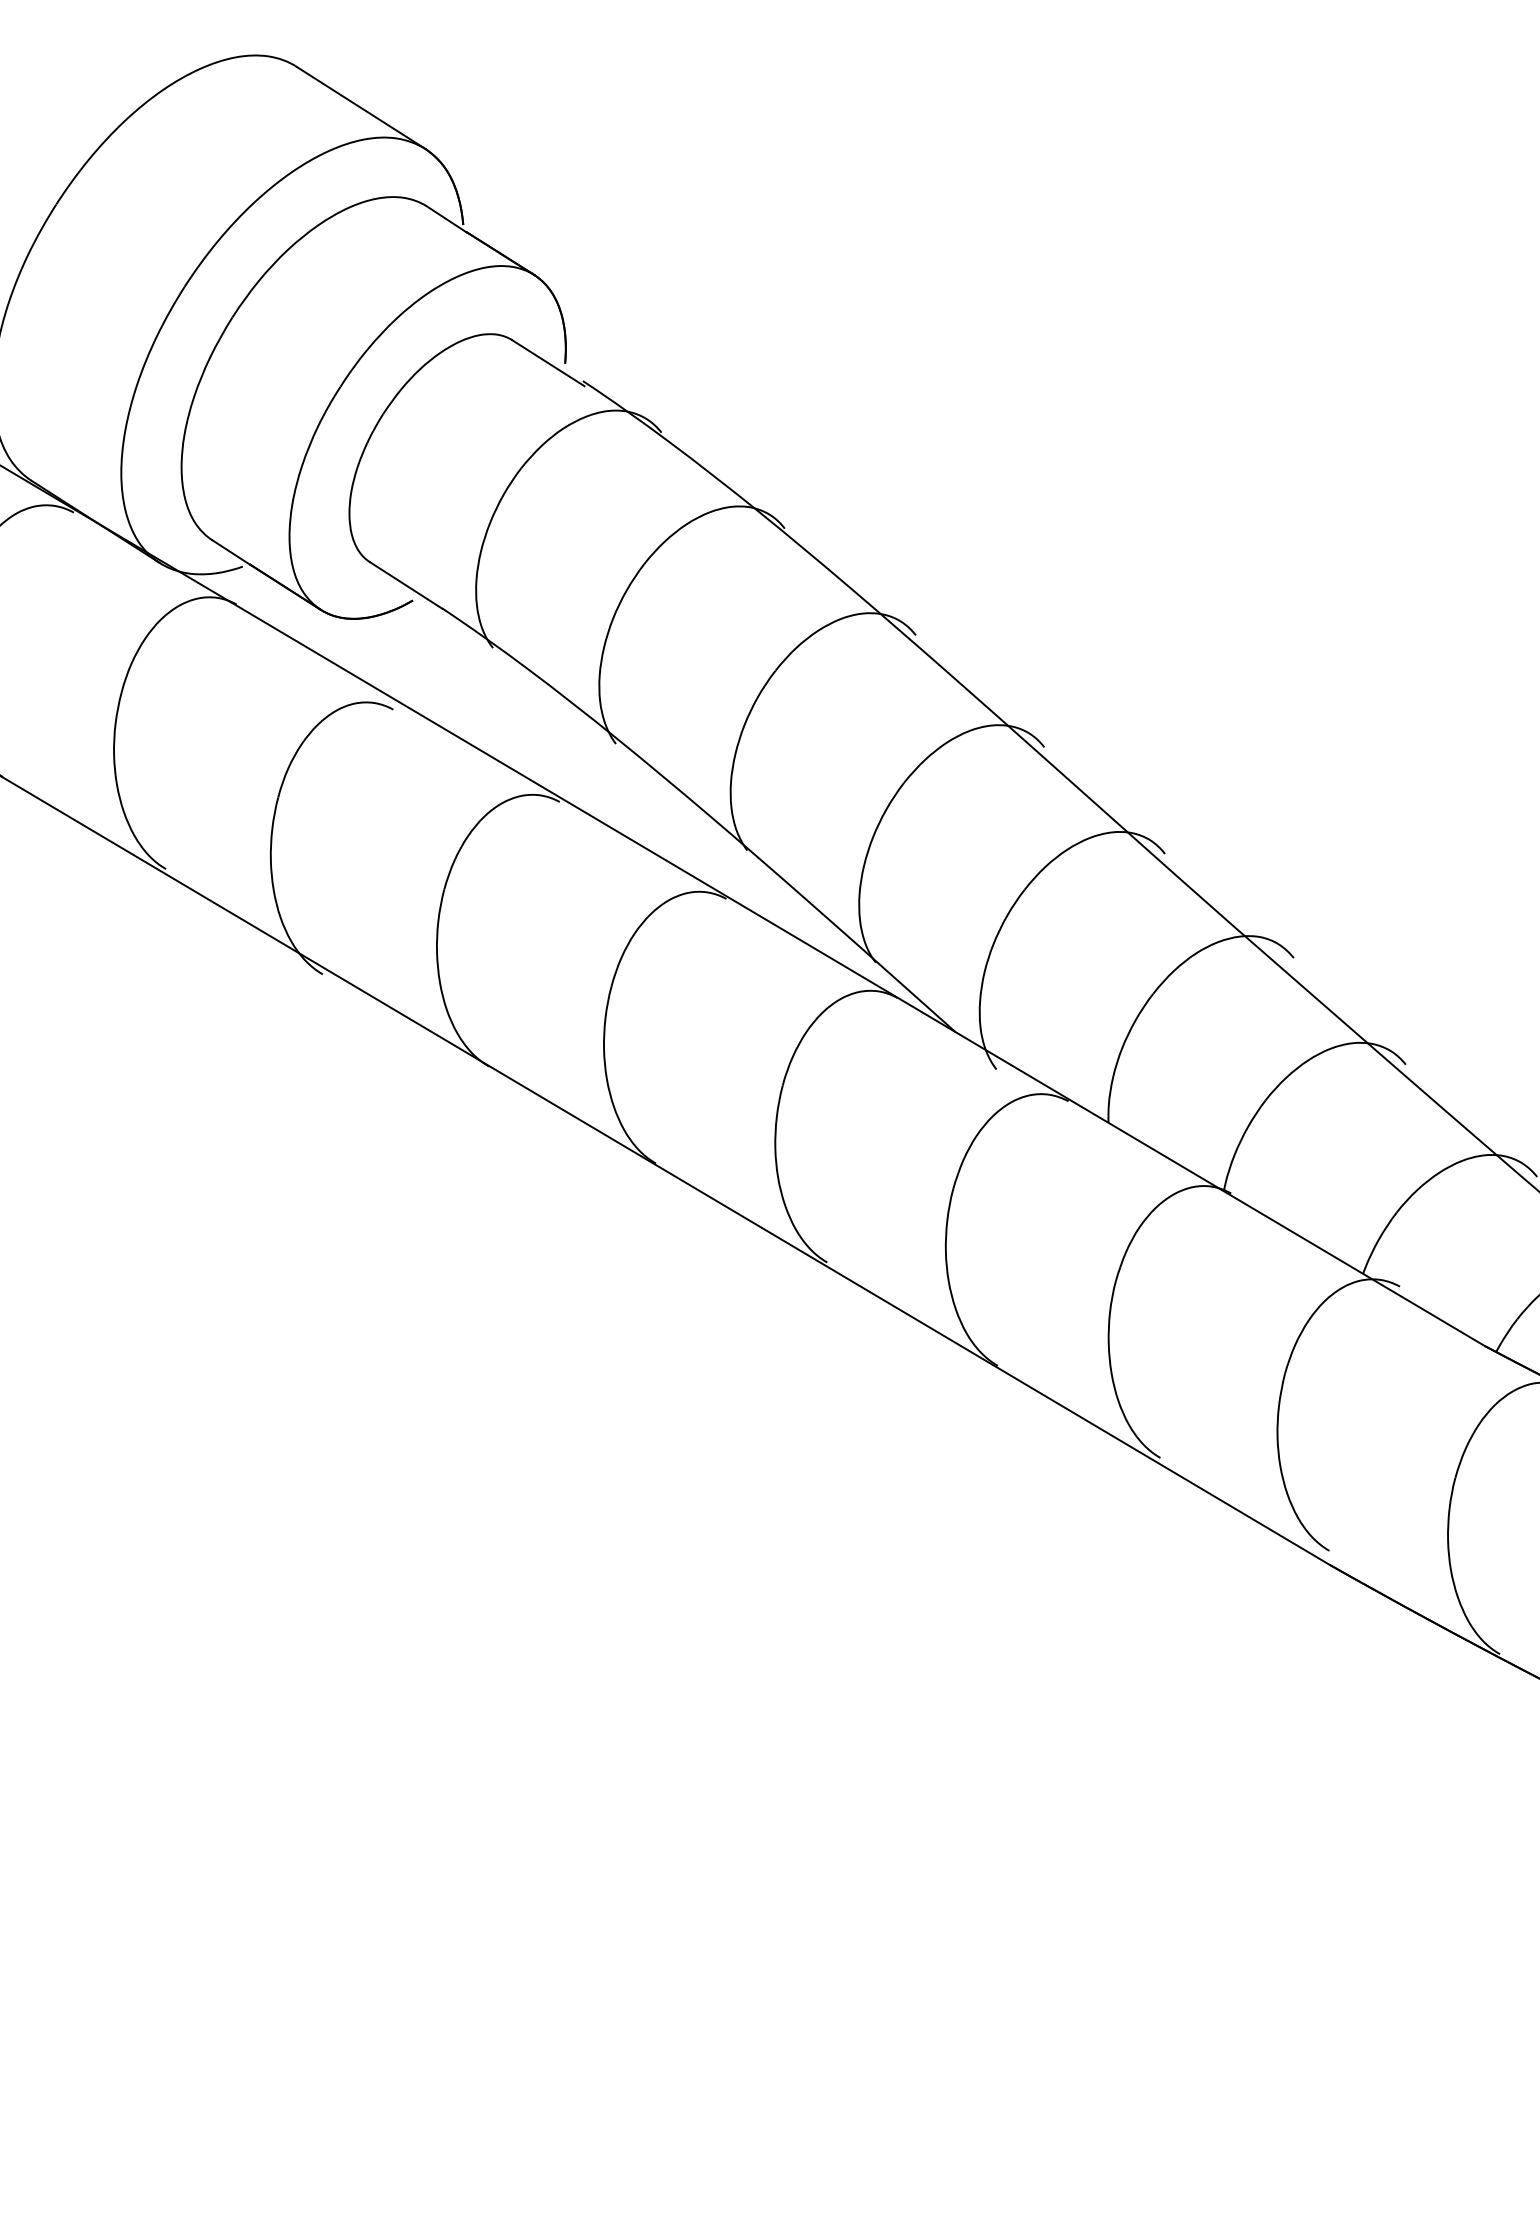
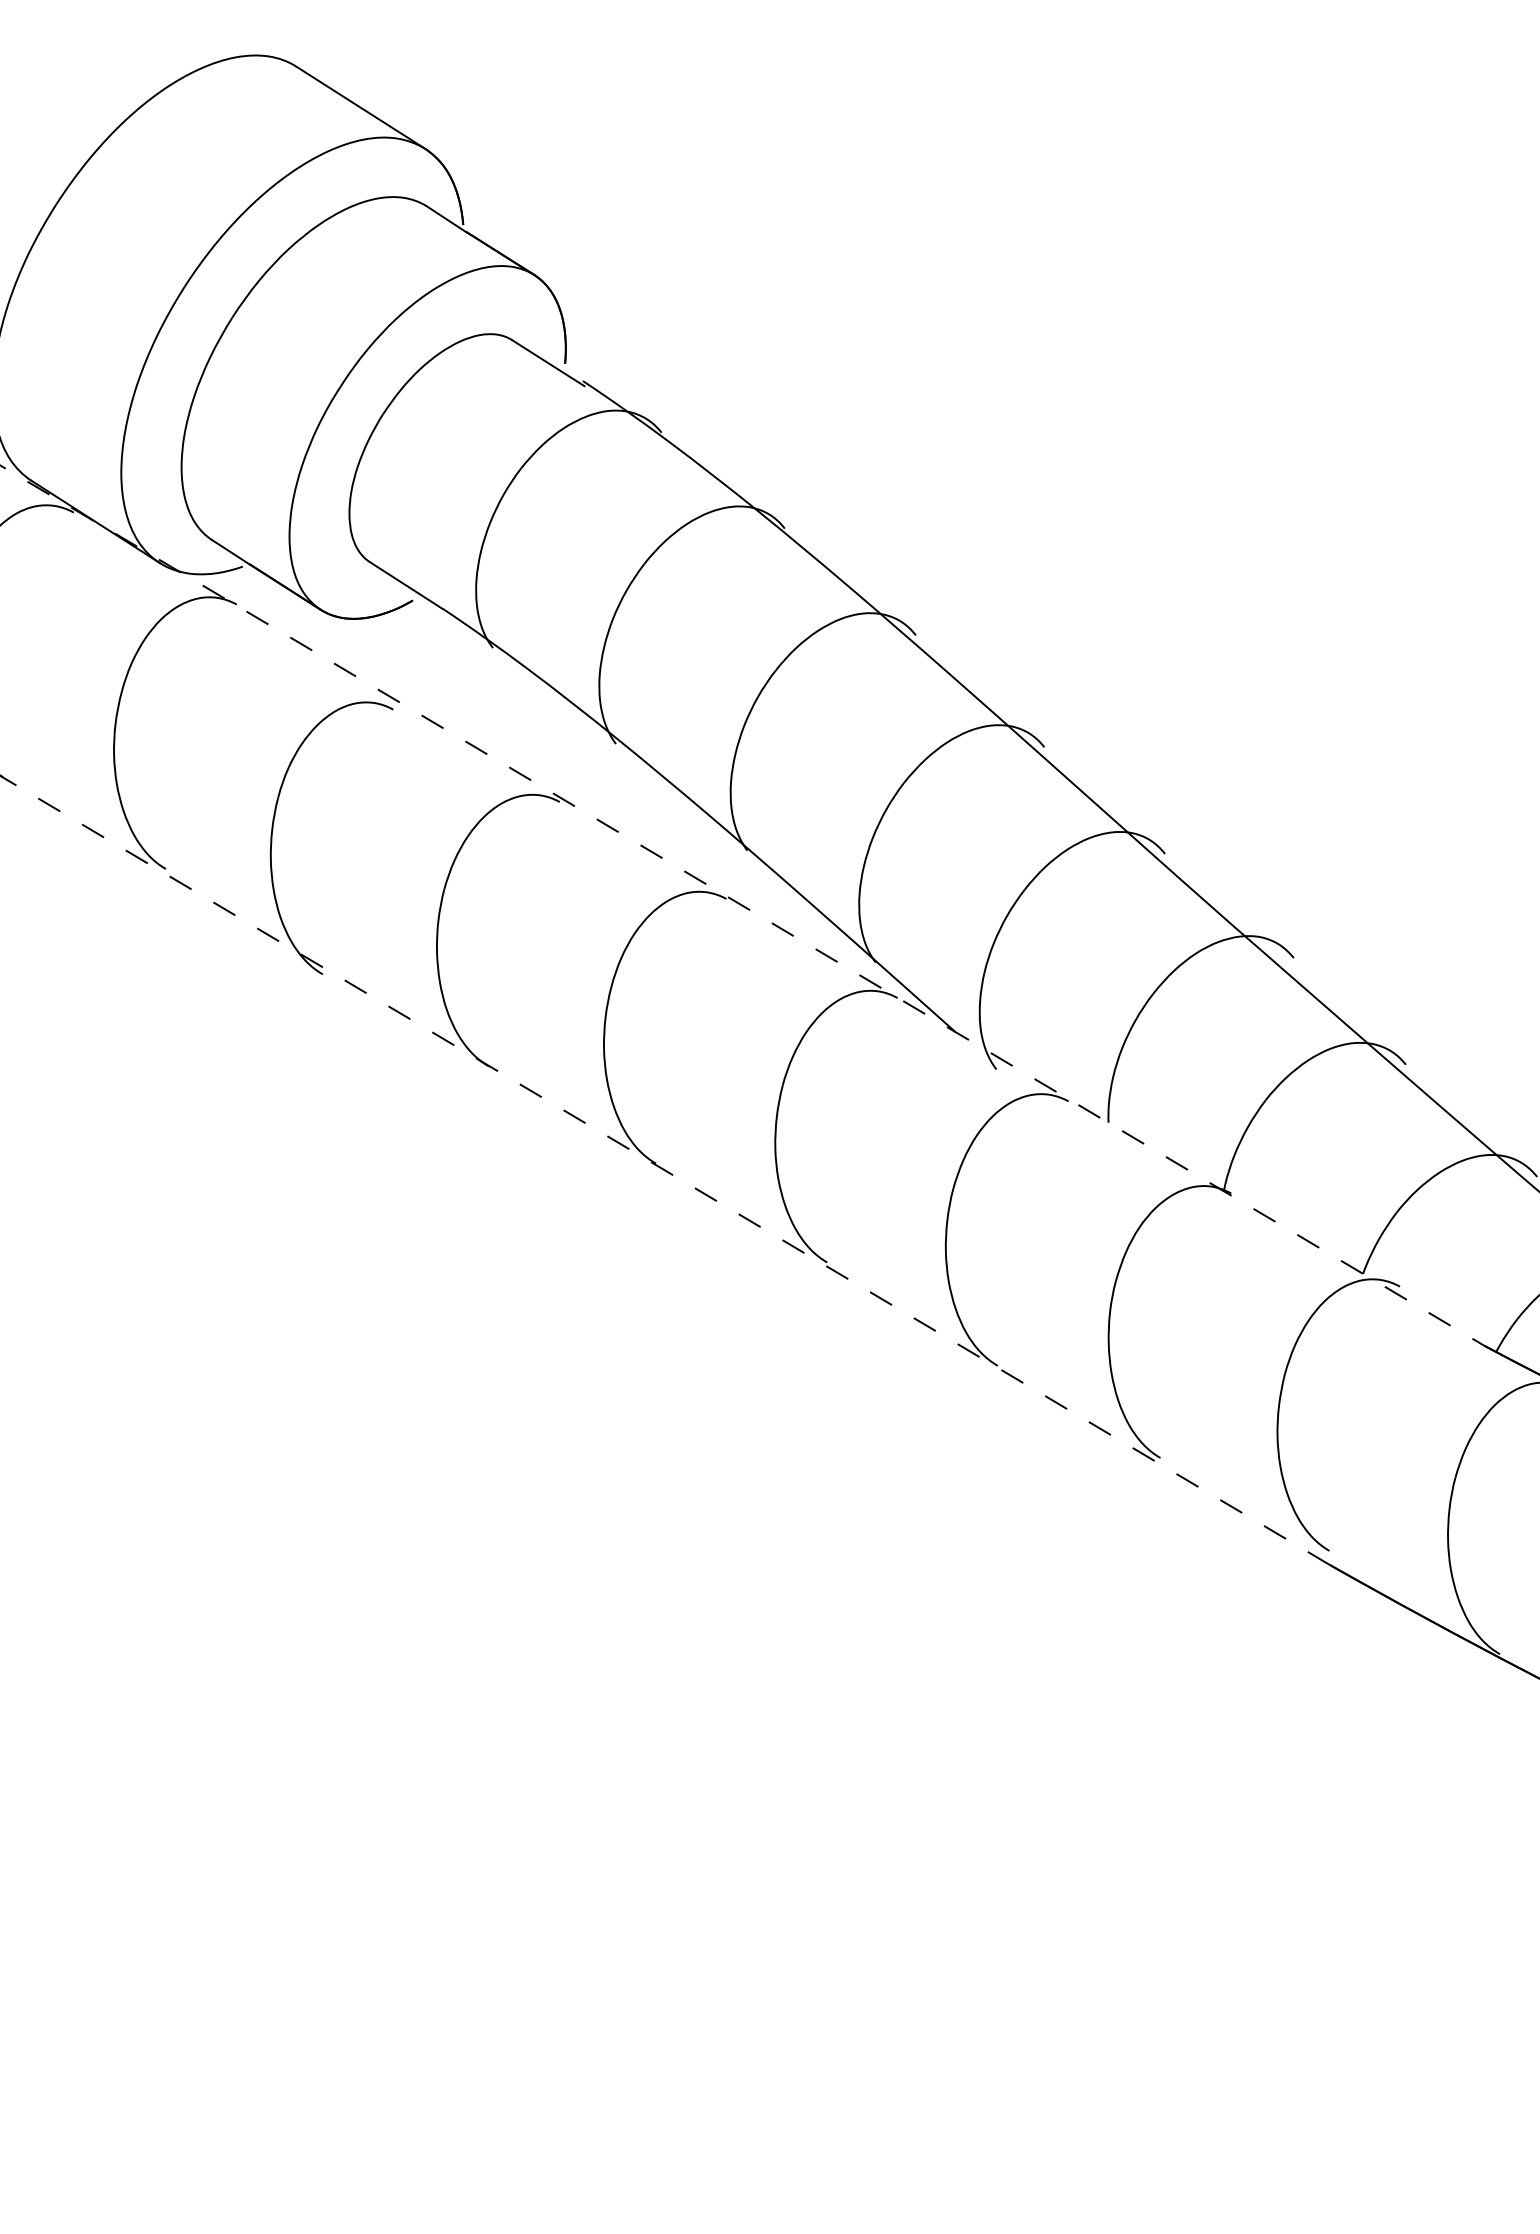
line at (742, 905): solid -> dashed
line at (665, 1170): solid -> dashed
